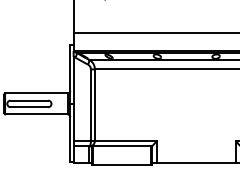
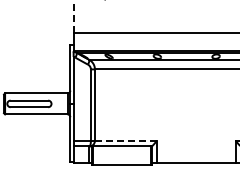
line at (73, 16): solid -> dashed
line at (125, 140): solid -> dashed
